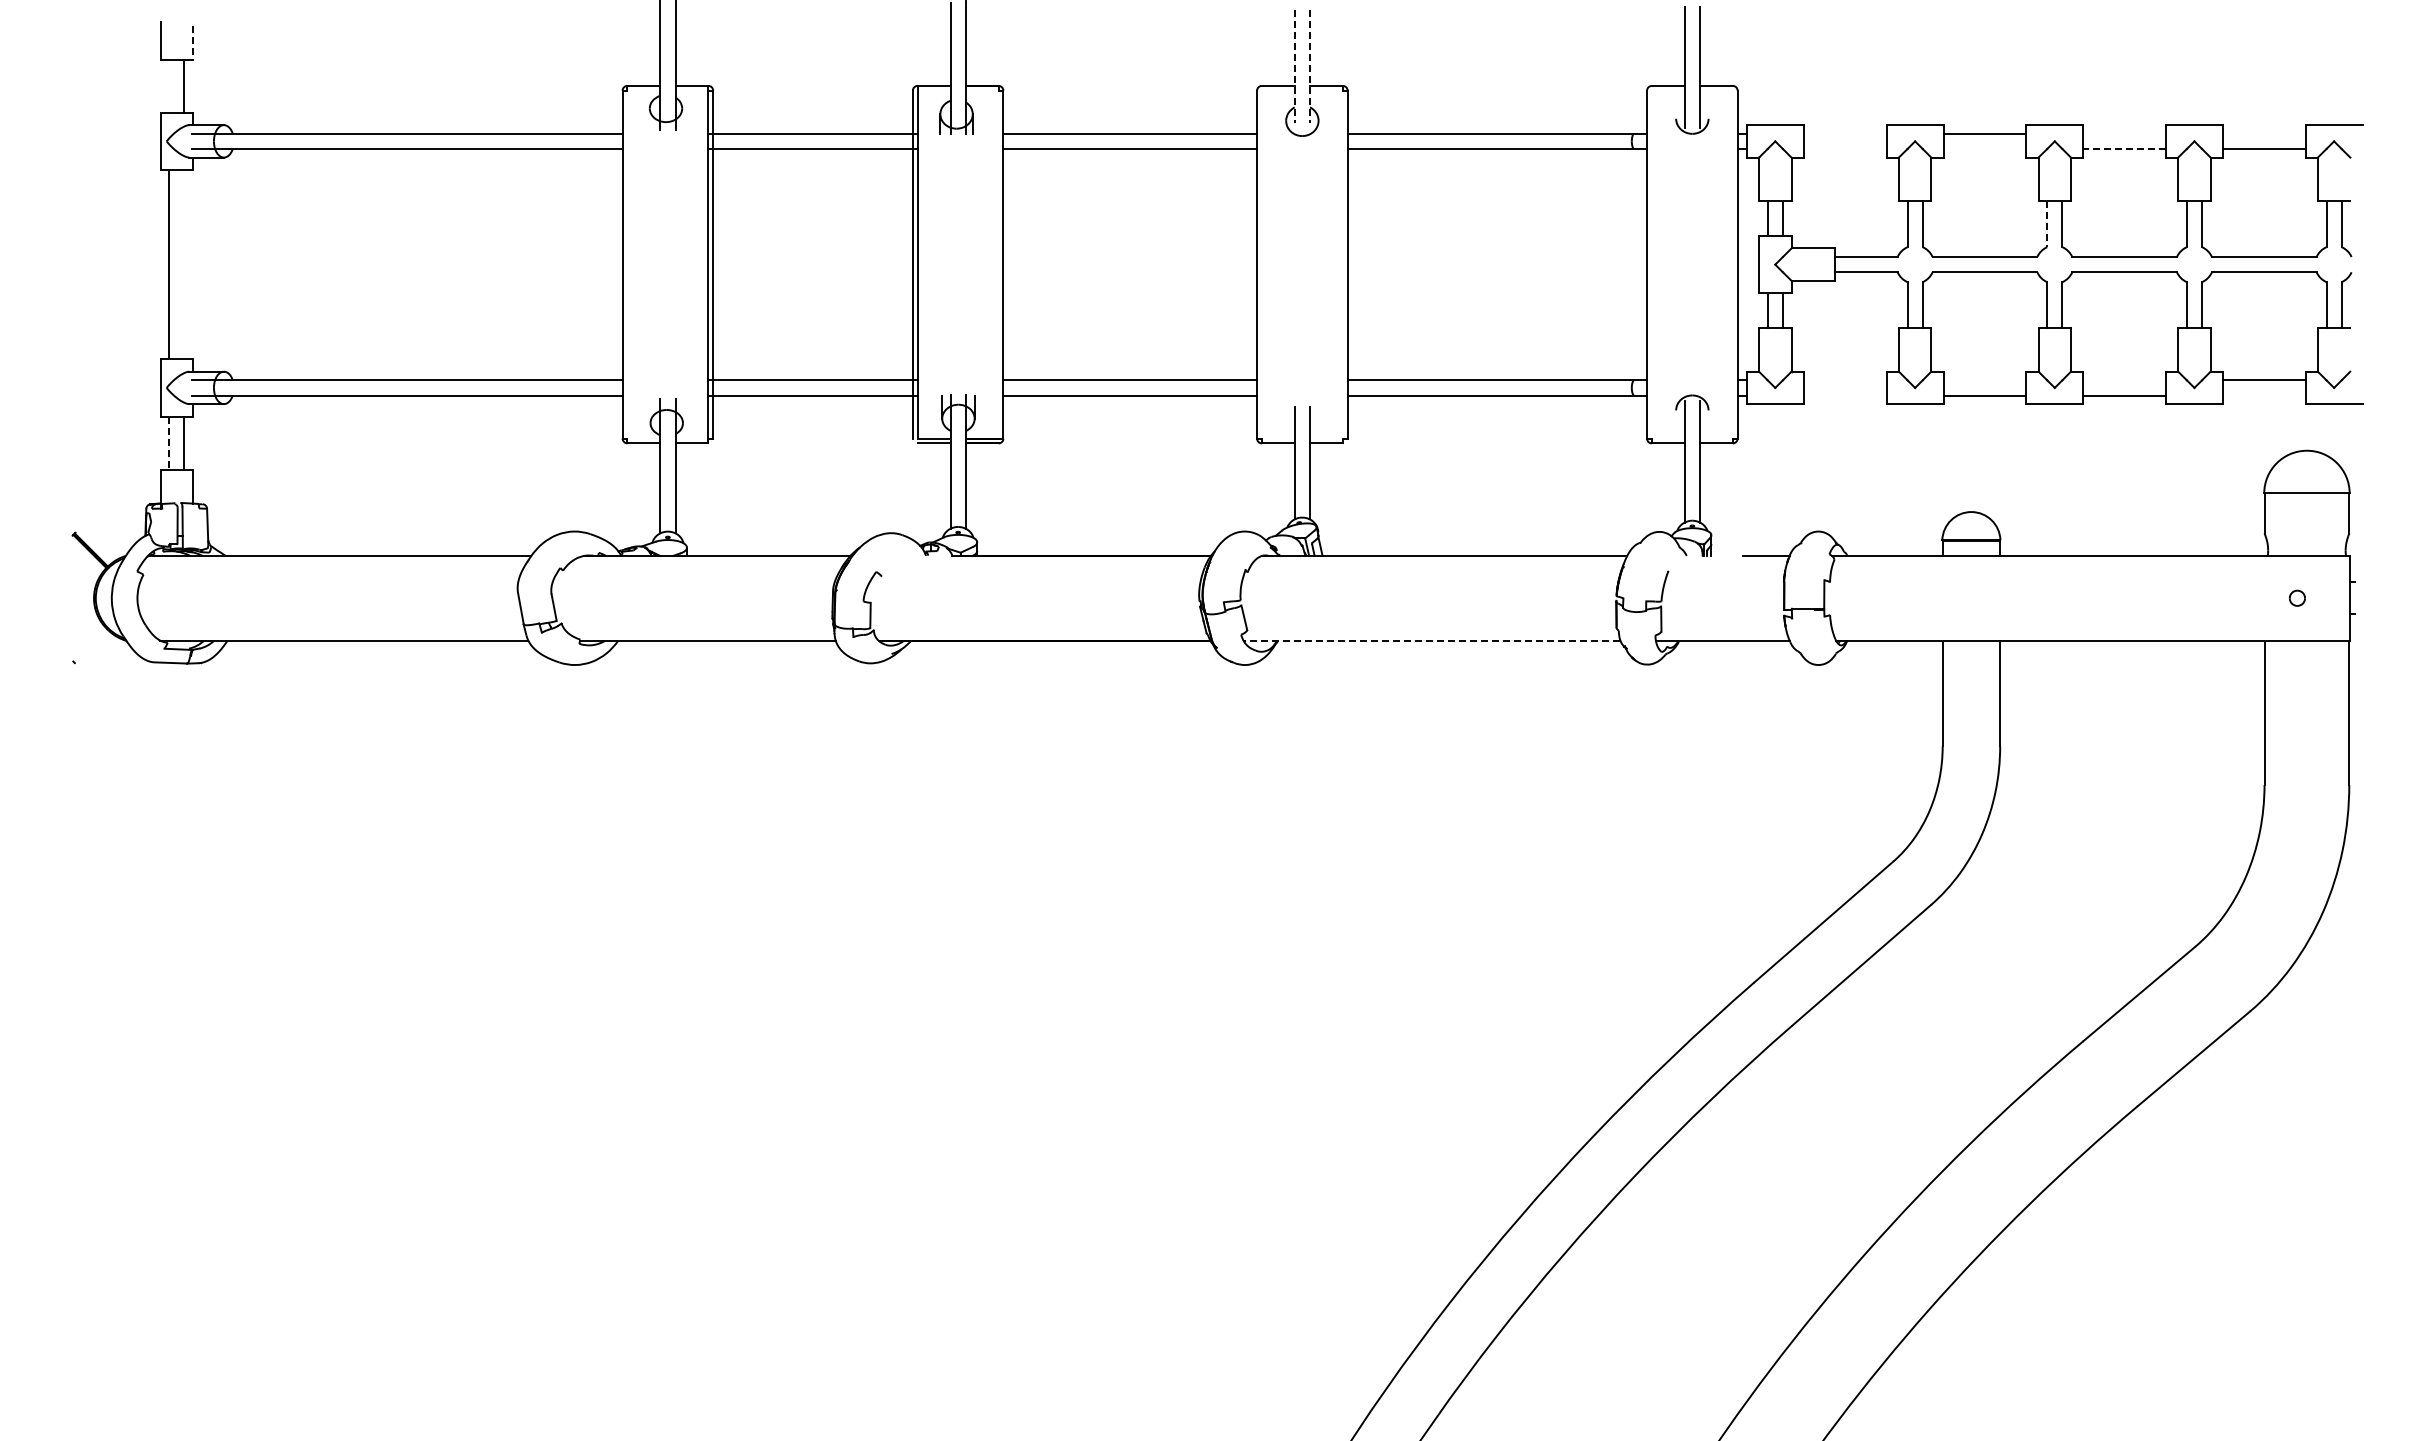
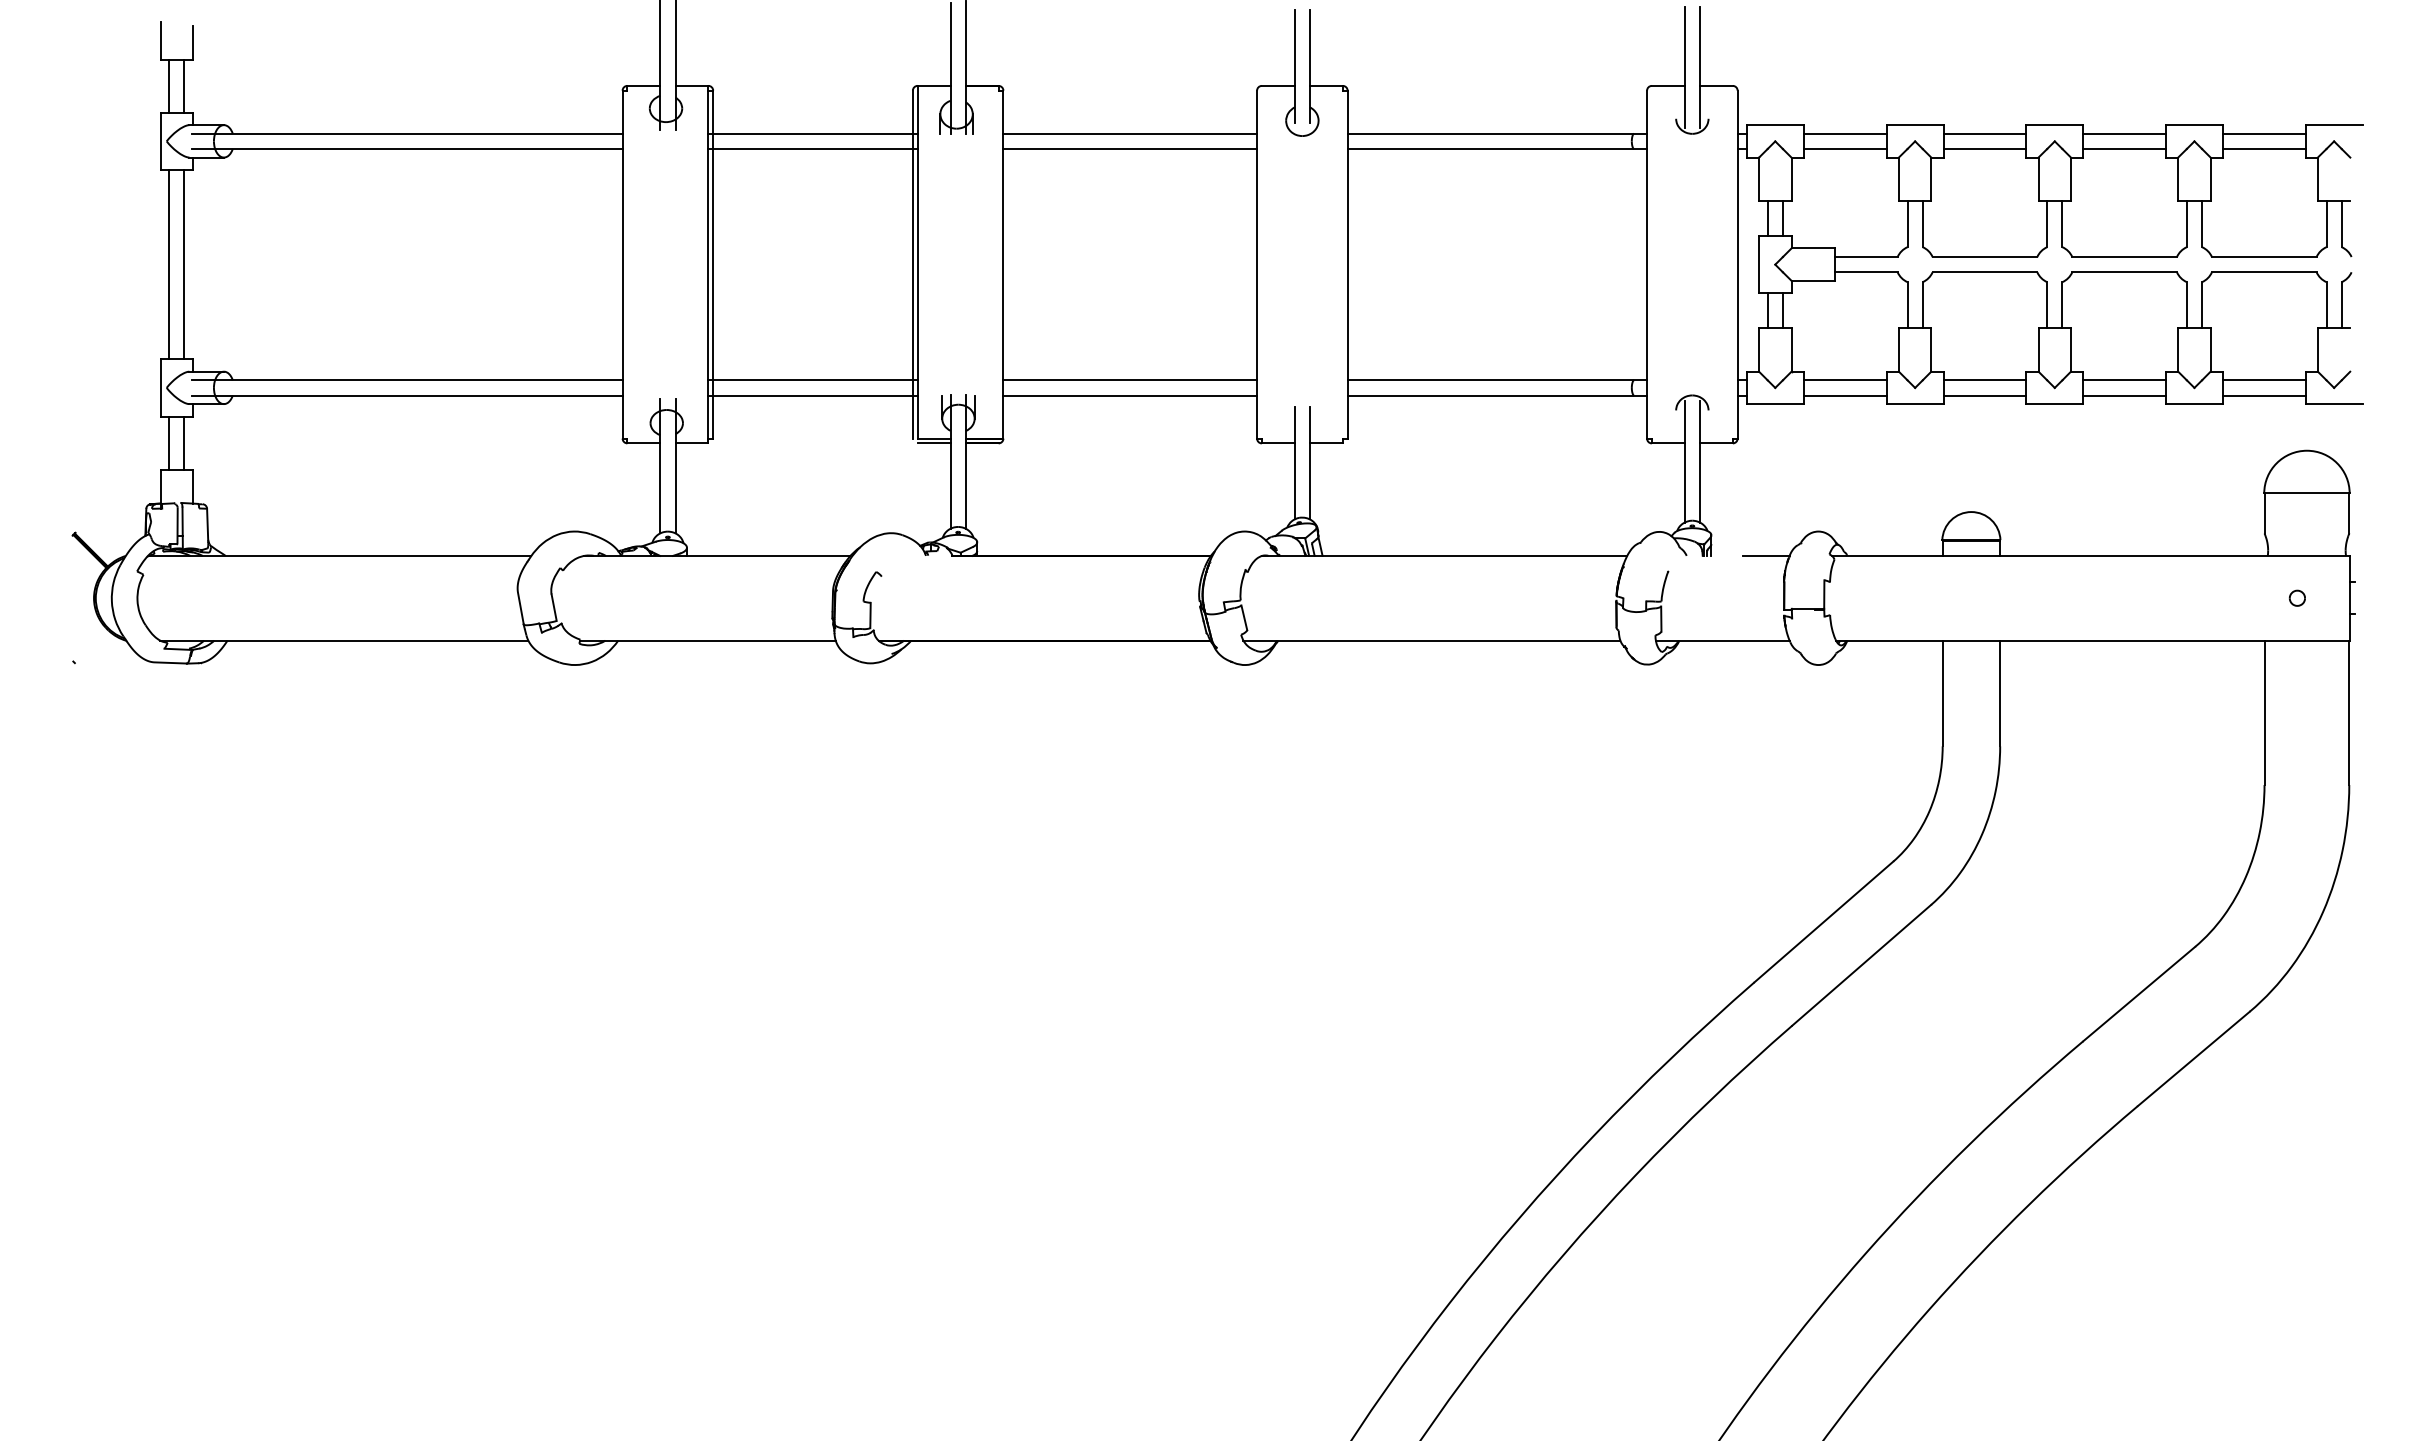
line at (192, 43): dashed -> solid
line at (1294, 66): dashed -> solid
line at (1309, 66): dashed -> solid
line at (169, 85): none -> present
line at (1844, 133): none -> present
line at (2124, 133): none -> present
line at (2264, 133): none -> present
line at (1844, 149): none -> present
line at (1984, 149): none -> present
line at (2124, 149): dashed -> solid
line at (2047, 224): dashed -> solid
line at (184, 264): none -> present
line at (1844, 380): none -> present
line at (1984, 380): none -> present
line at (2124, 380): none -> present
line at (1844, 395): none -> present
line at (2264, 395): none -> present
line at (169, 443): dashed -> solid
line at (1431, 640): dashed -> solid
